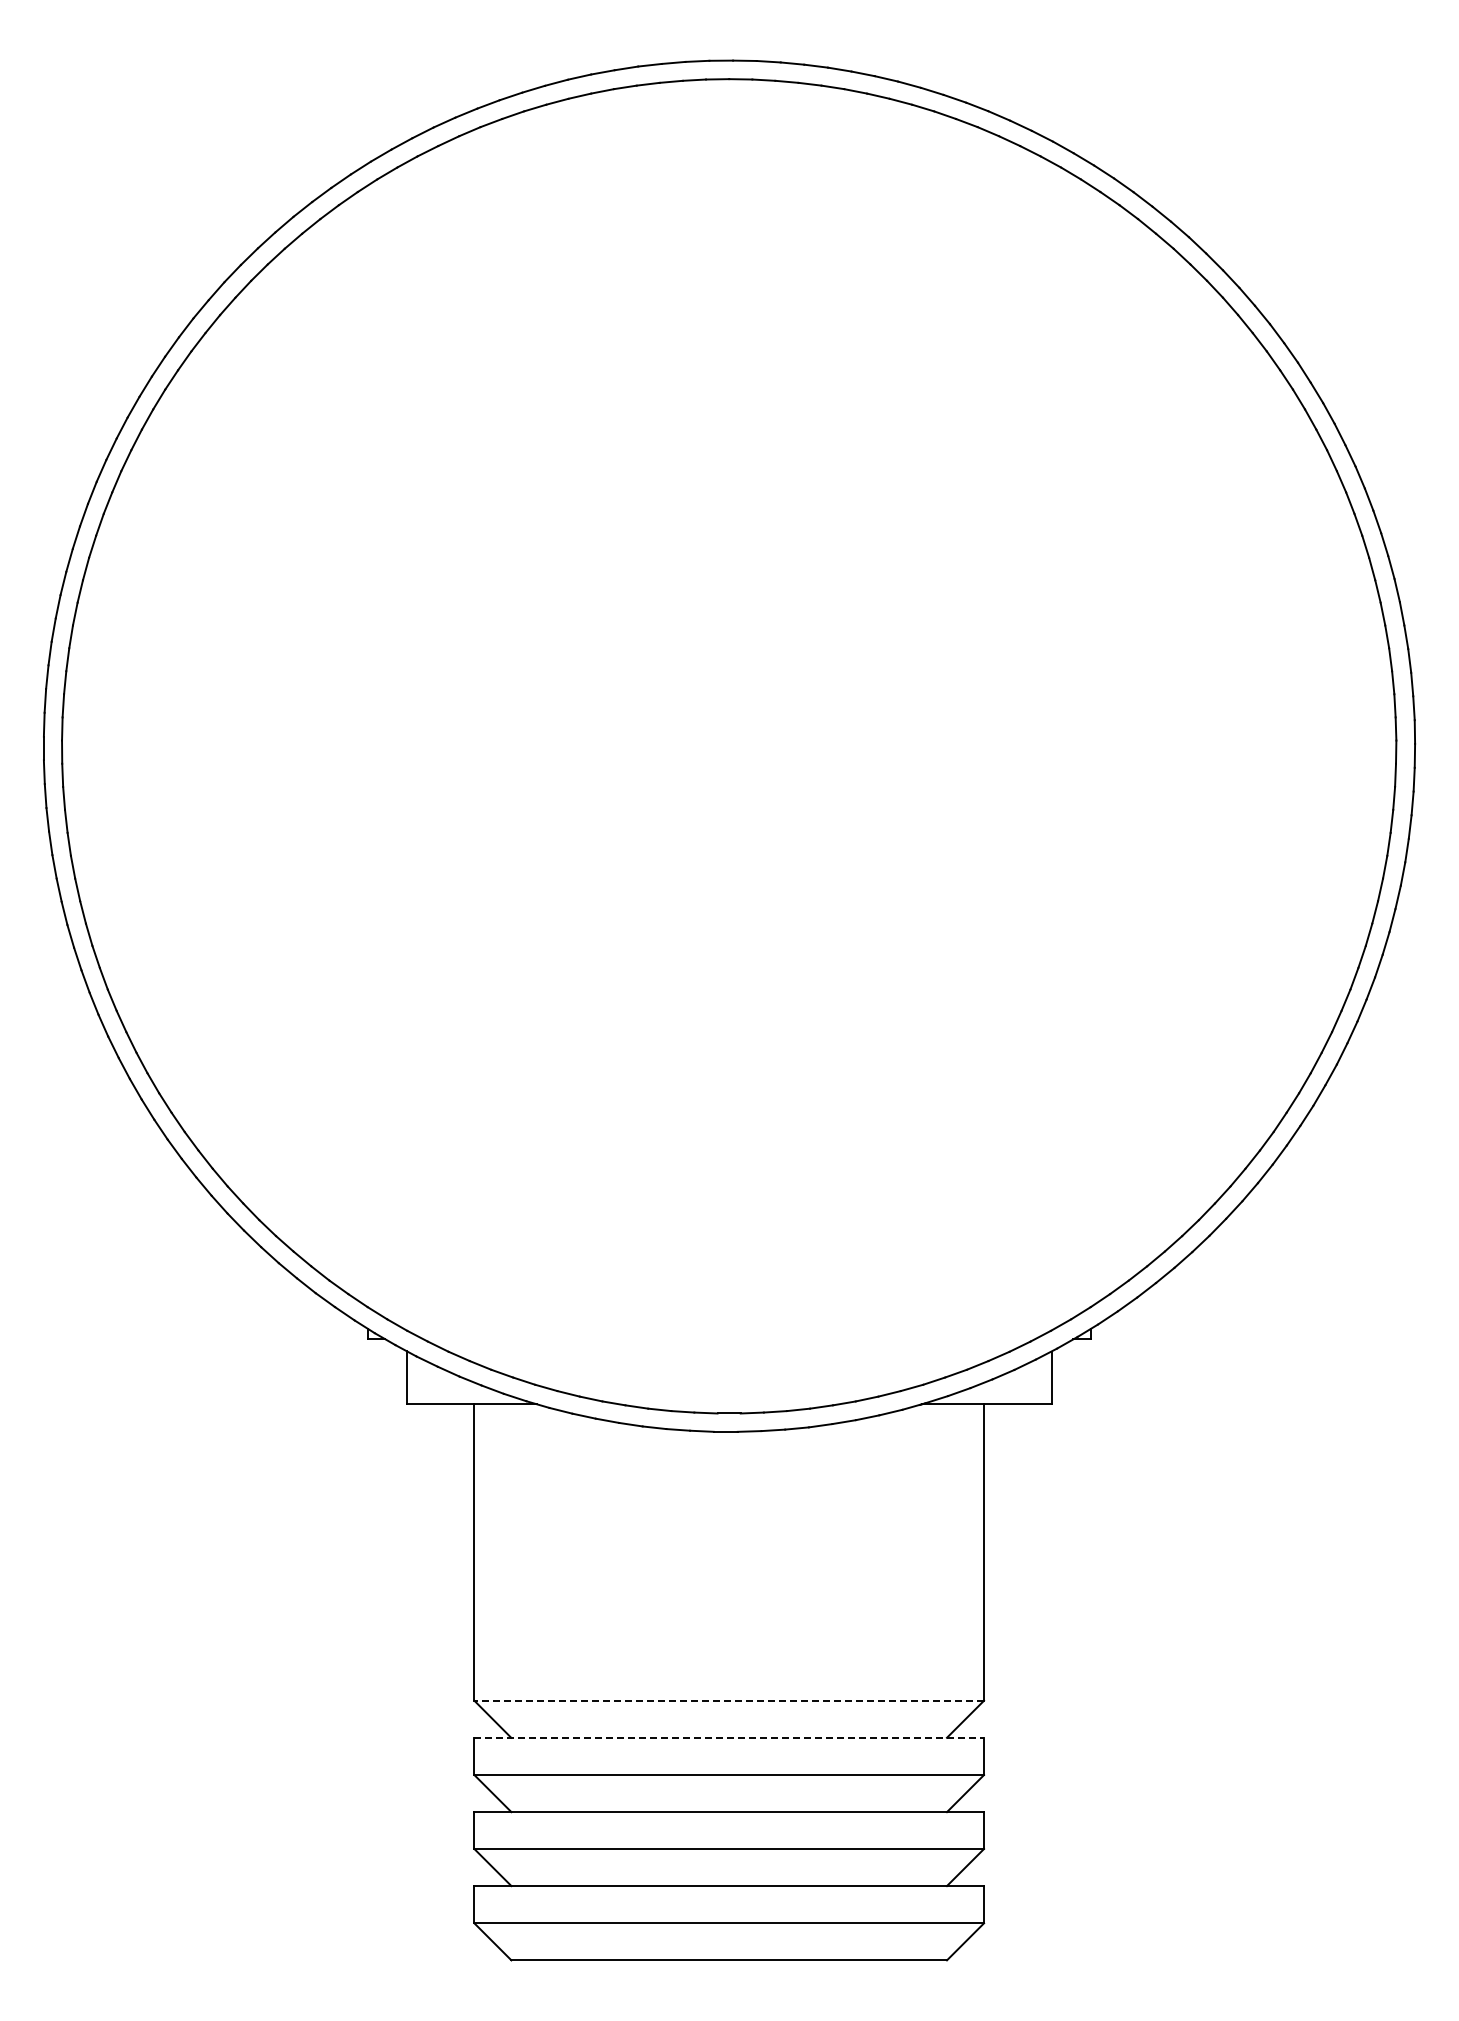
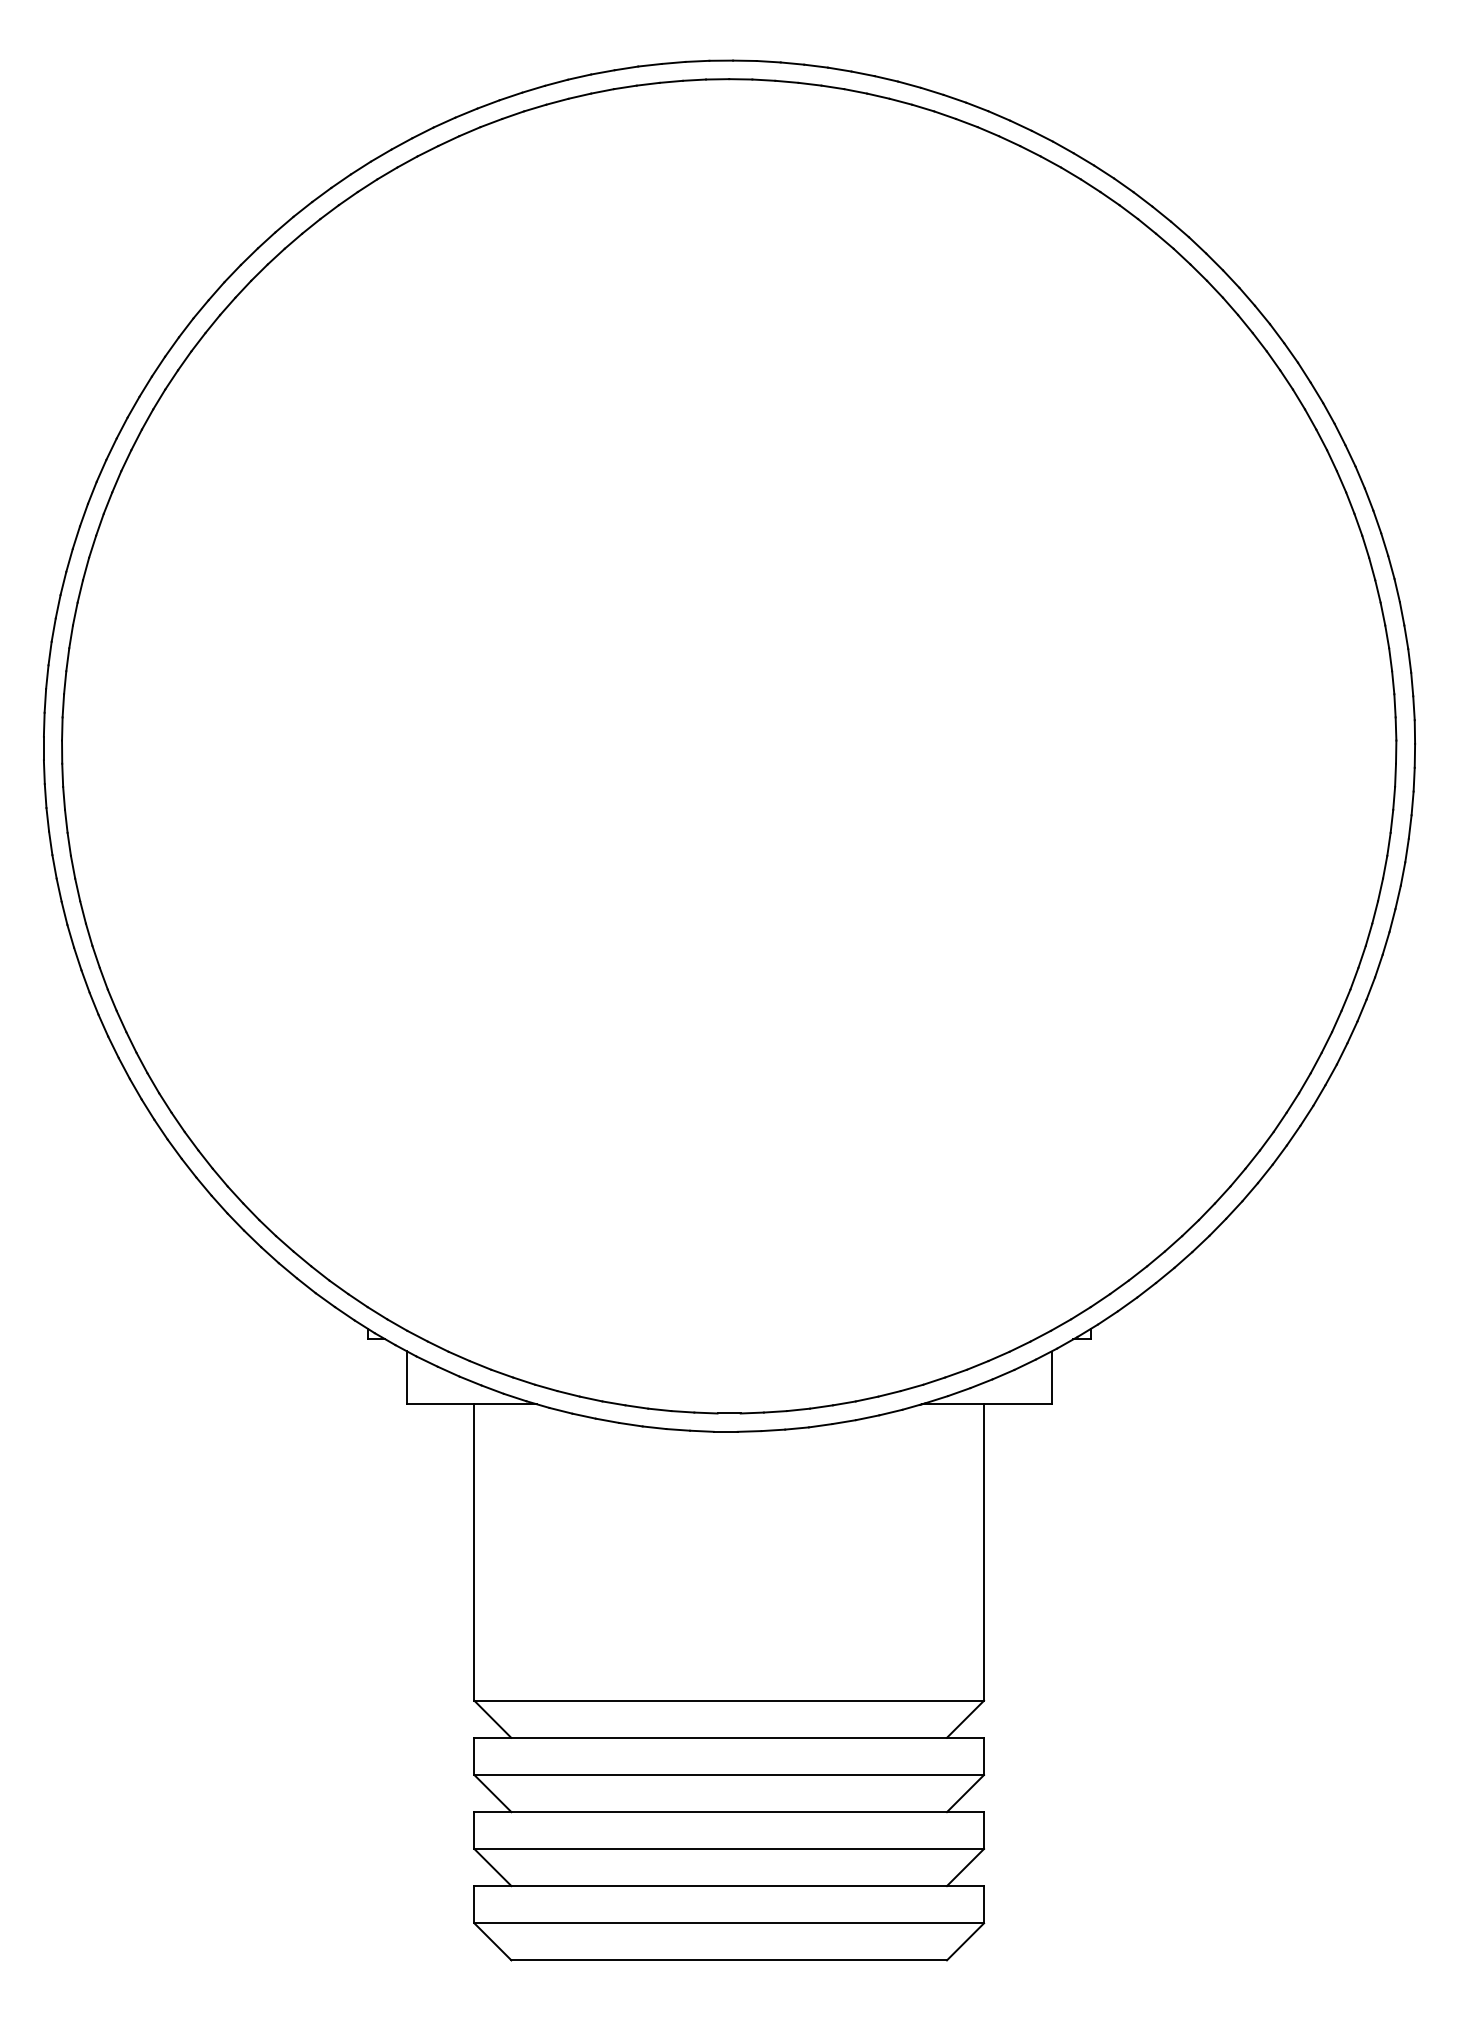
line at (729, 1700): dashed -> solid
line at (729, 1737): dashed -> solid
